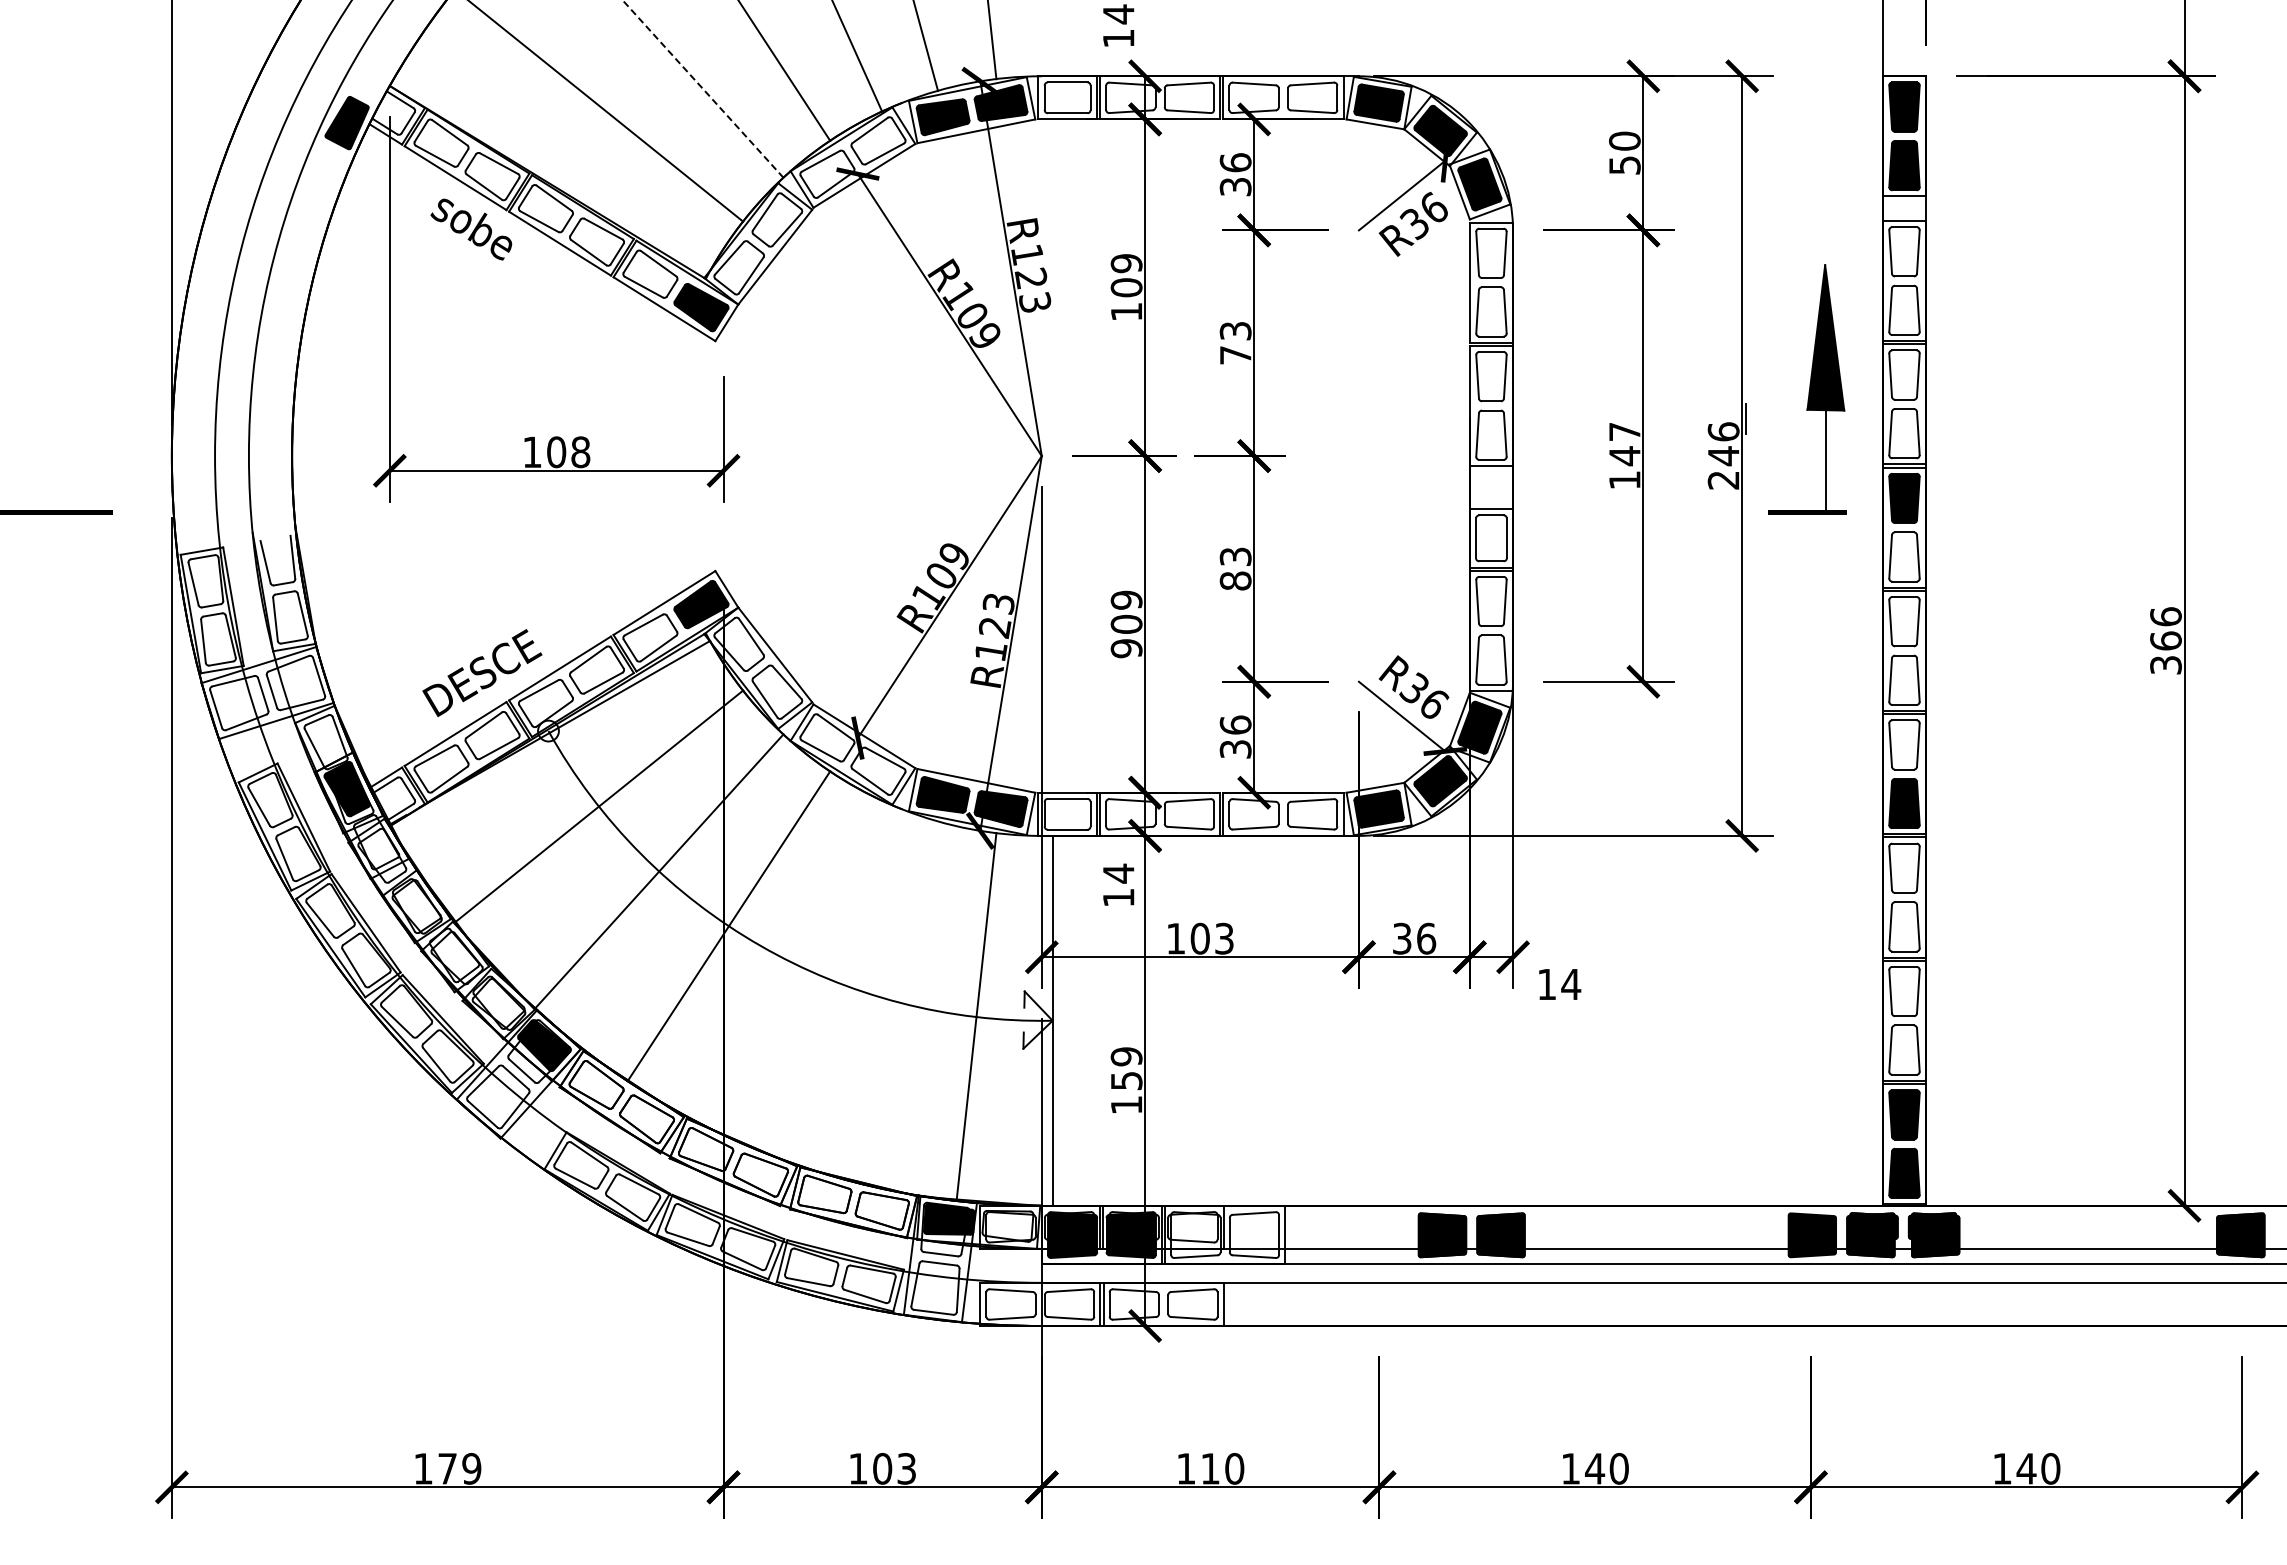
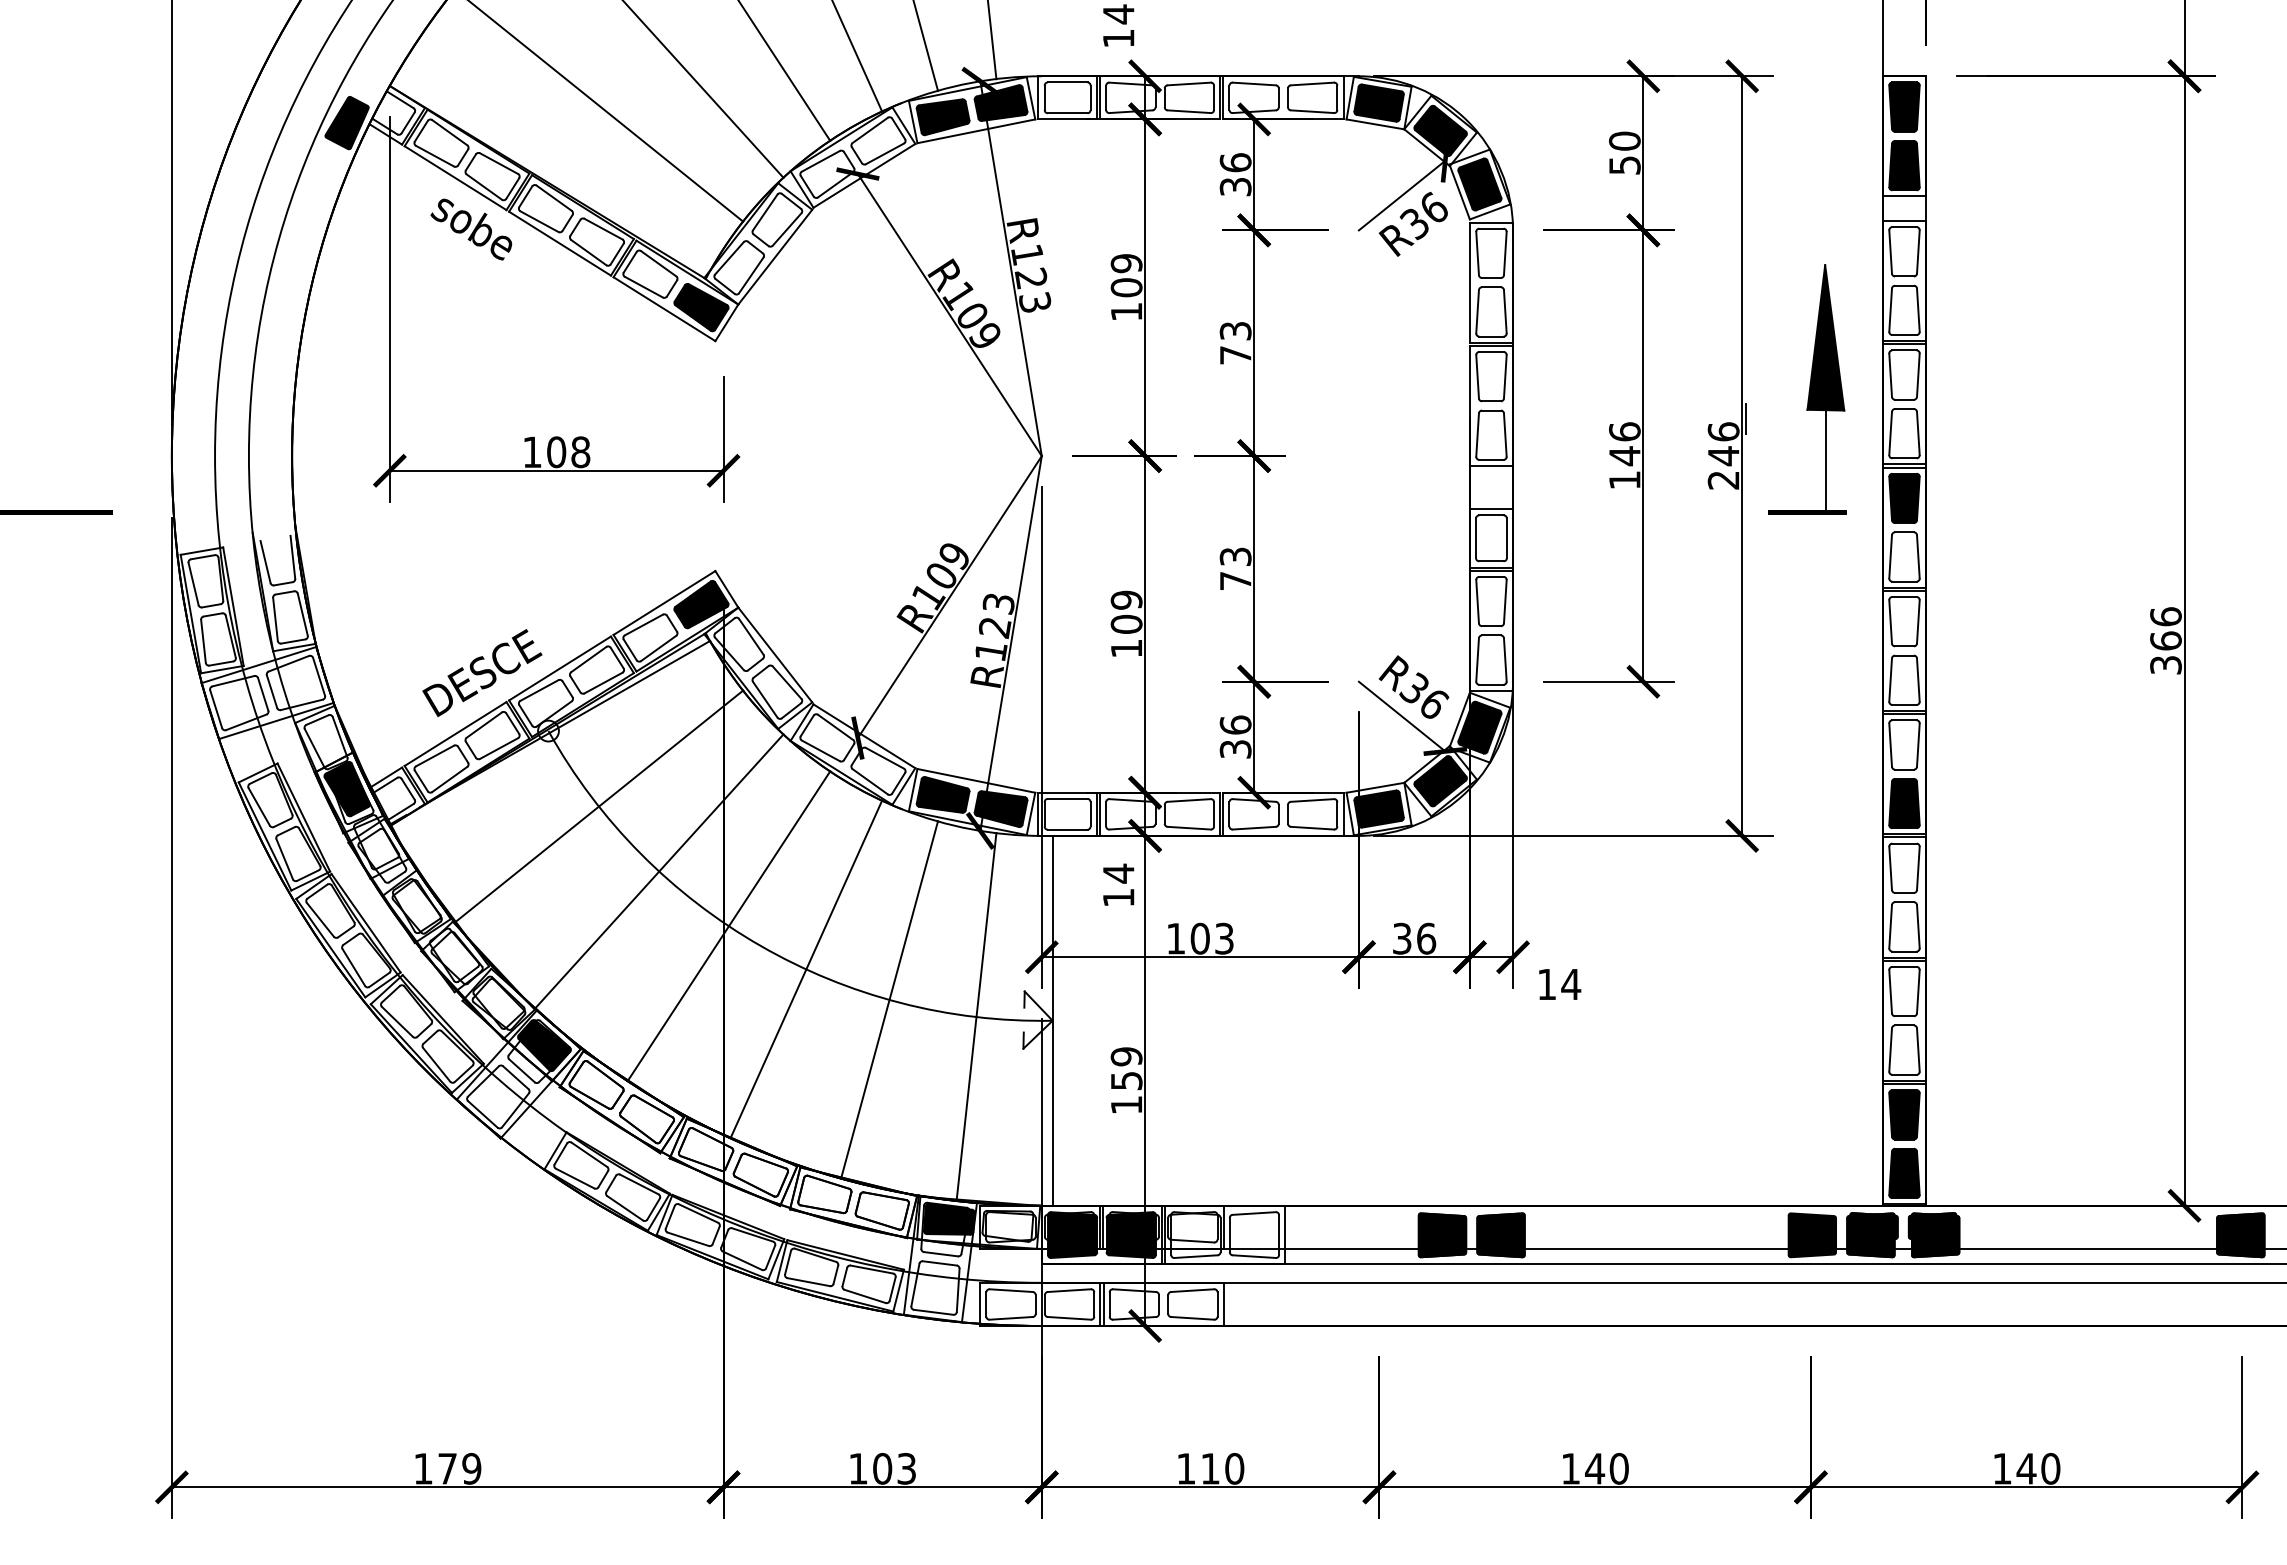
line at (703, 89): dashed -> solid
text at (1624, 431): 147 -> 146
text at (1235, 580): 83 -> 73
text at (1126, 648): 909 -> 109
line at (806, 969): none -> present
line at (889, 999): none -> present
